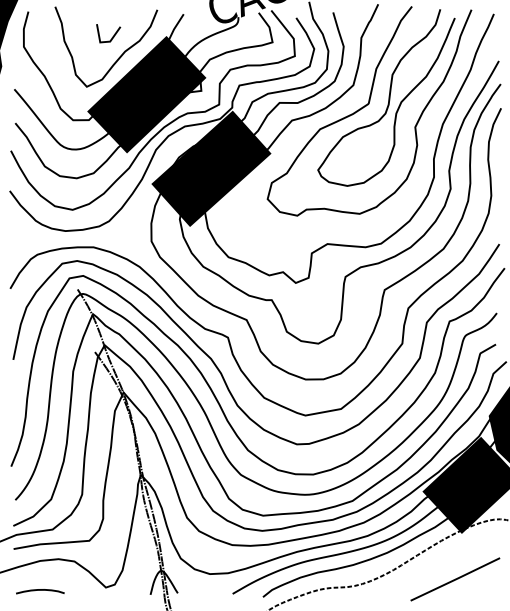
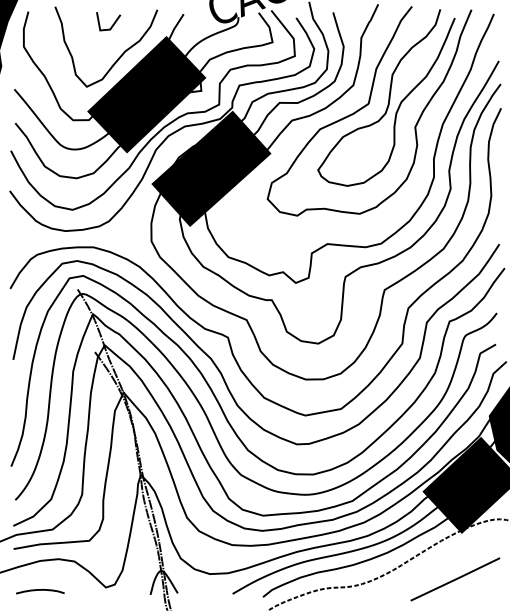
line at (112, 36) position: (112, 36) -> (112, 24)
